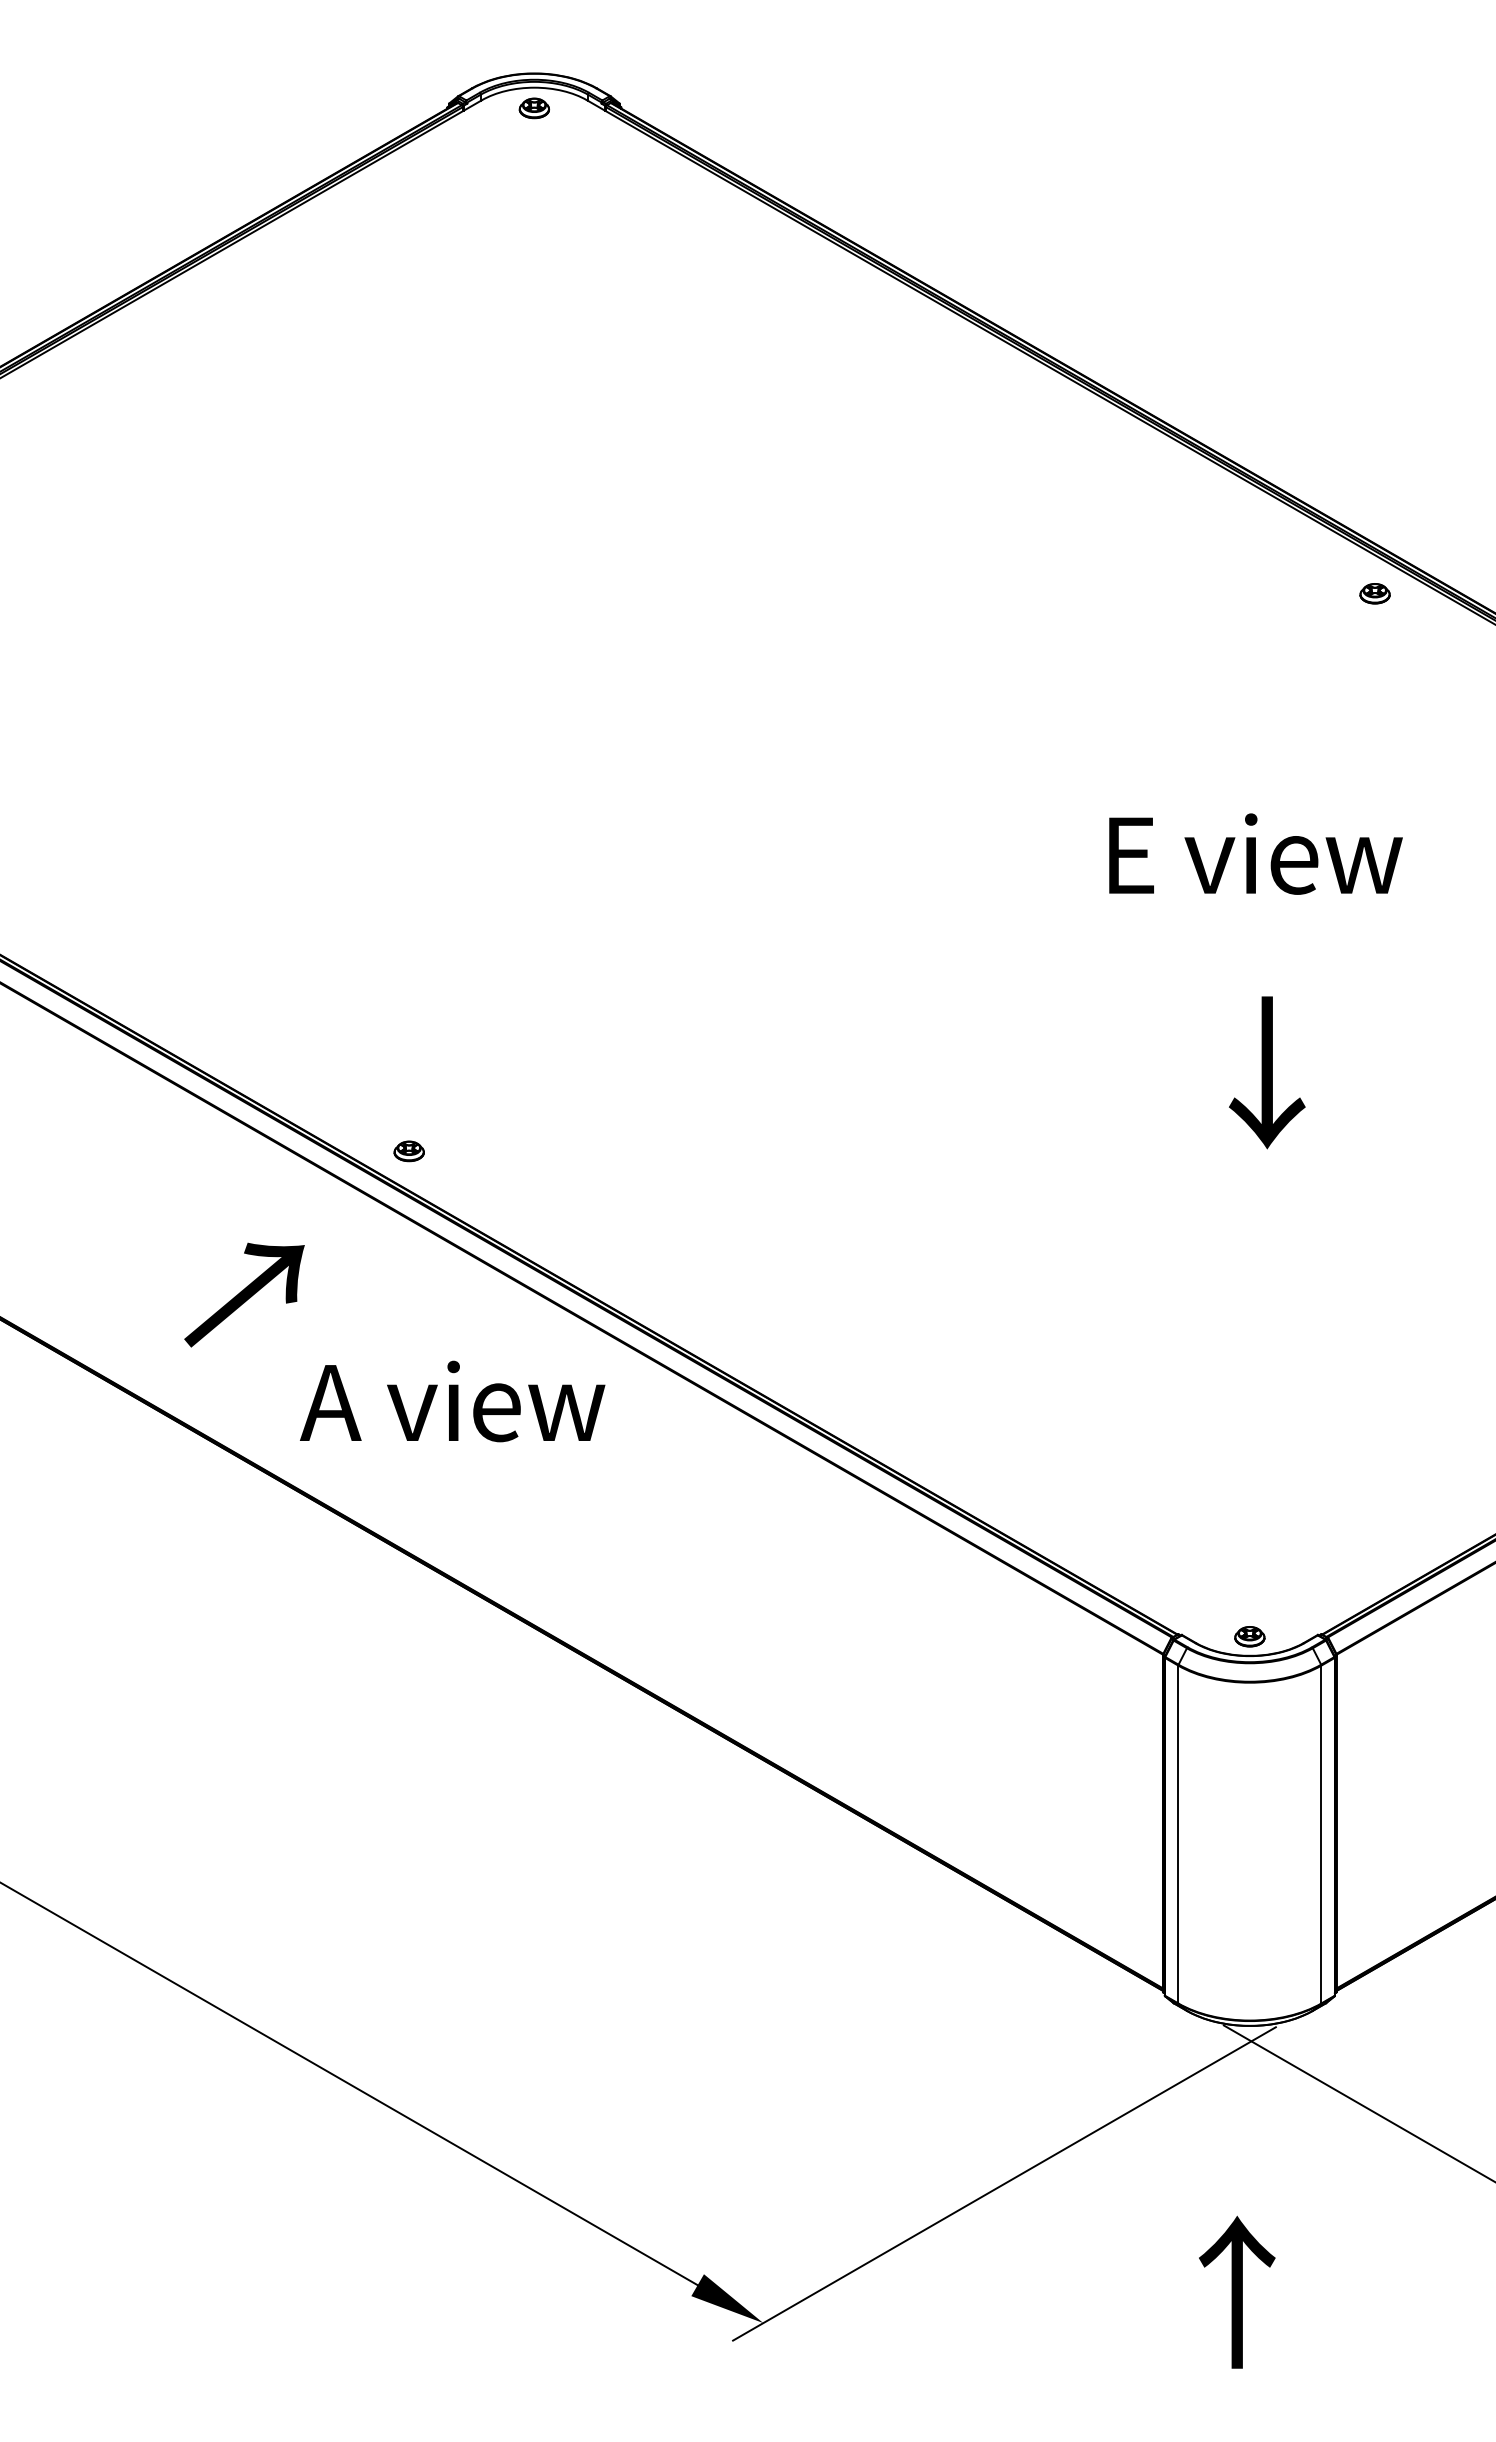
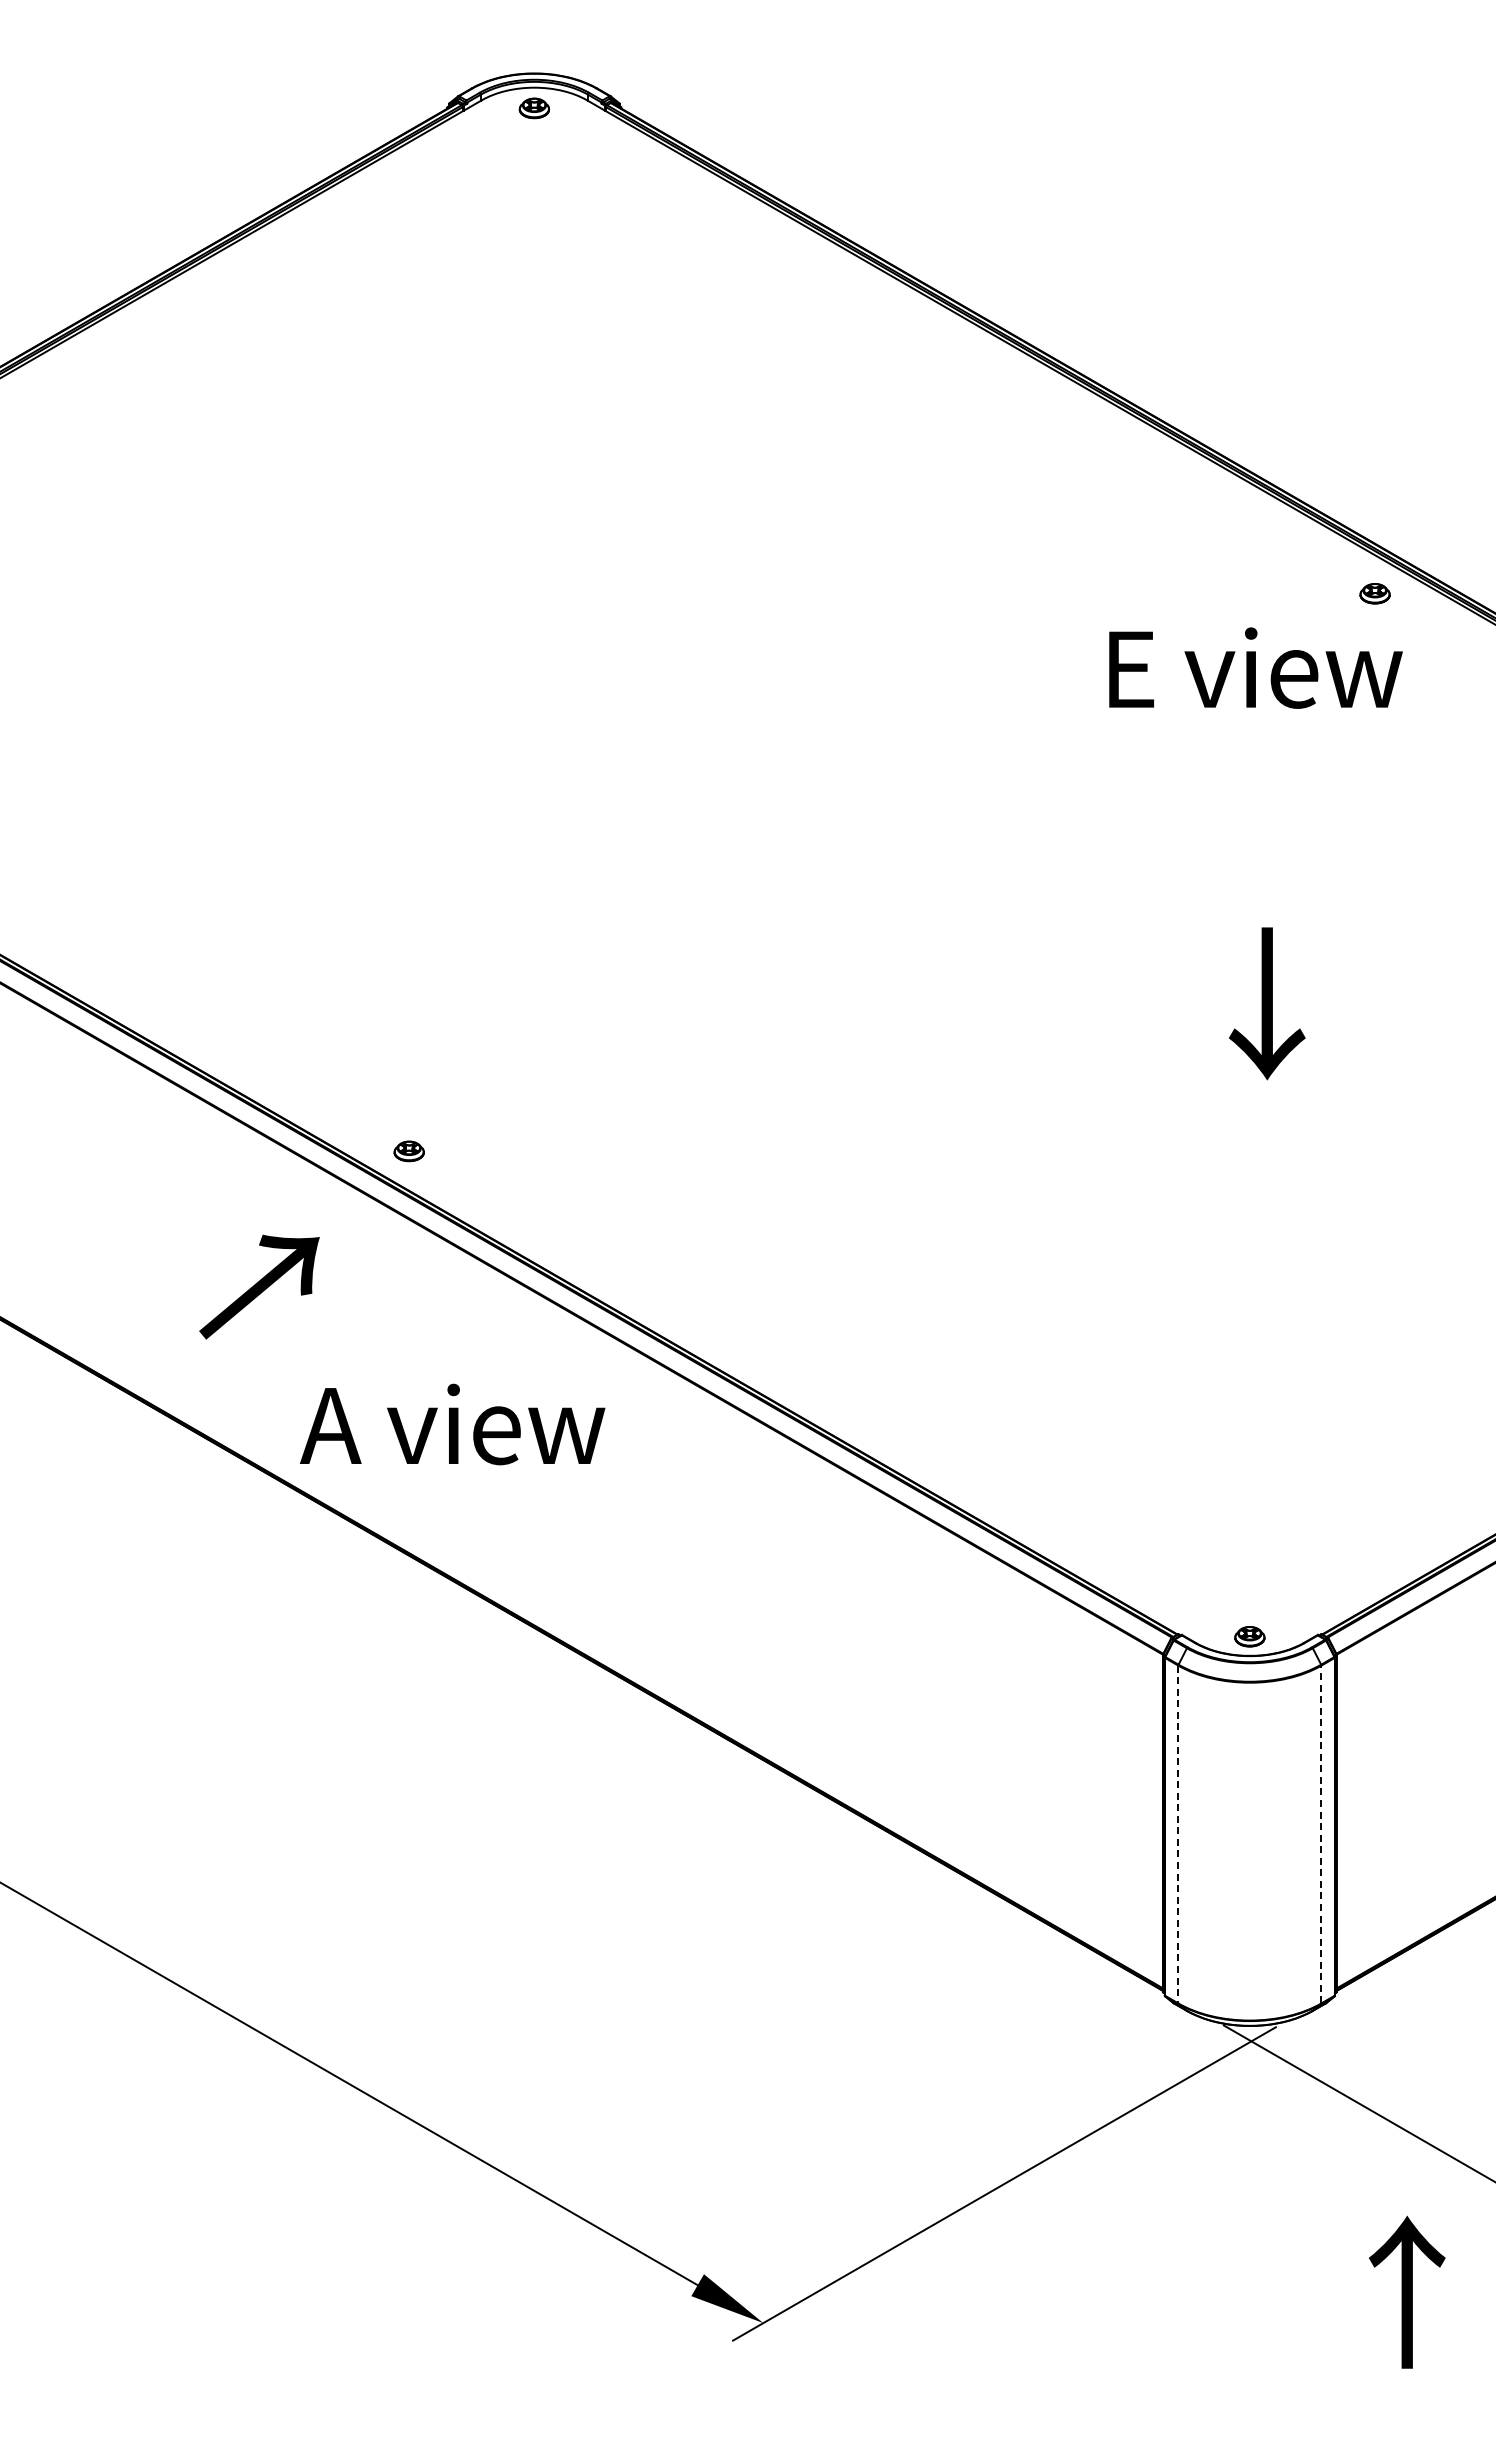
text at (1255, 853) position: (1255, 853) -> (1255, 667)
text at (1267, 1072) position: (1267, 1072) -> (1267, 1003)
text at (244, 1294) position: (244, 1294) -> (259, 1286)
text at (452, 1401) position: (452, 1401) -> (452, 1424)
line at (1178, 1834): solid -> dashed
line at (1321, 1834): solid -> dashed
text at (1237, 2291) position: (1237, 2291) -> (1407, 2291)
